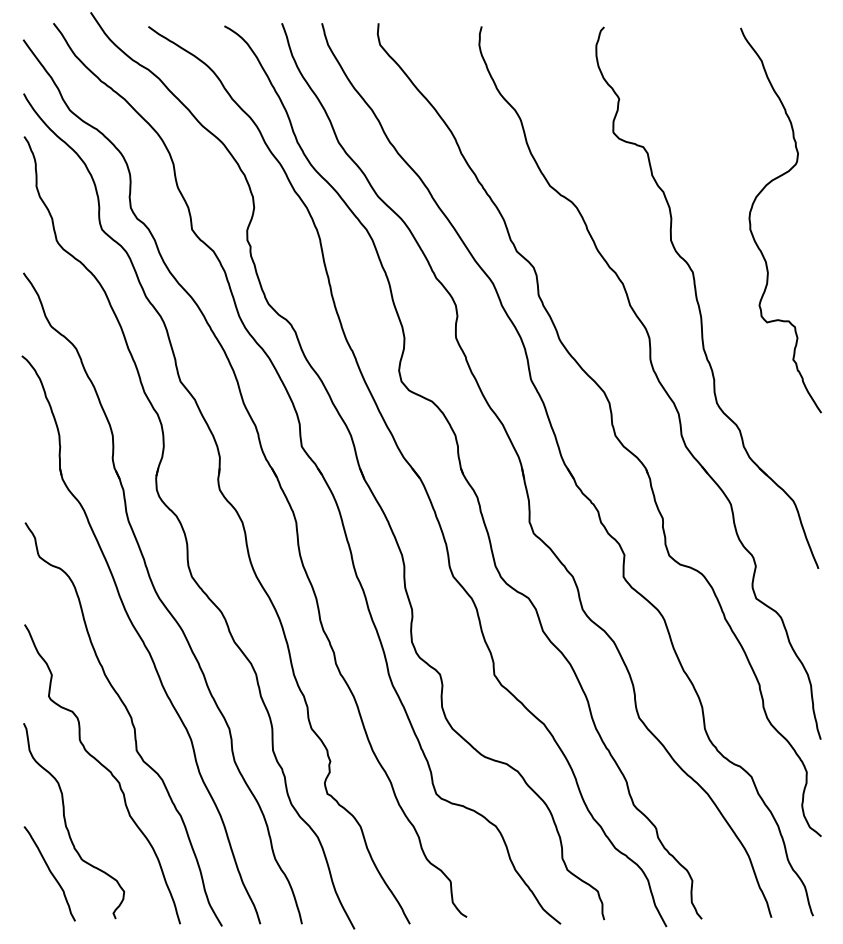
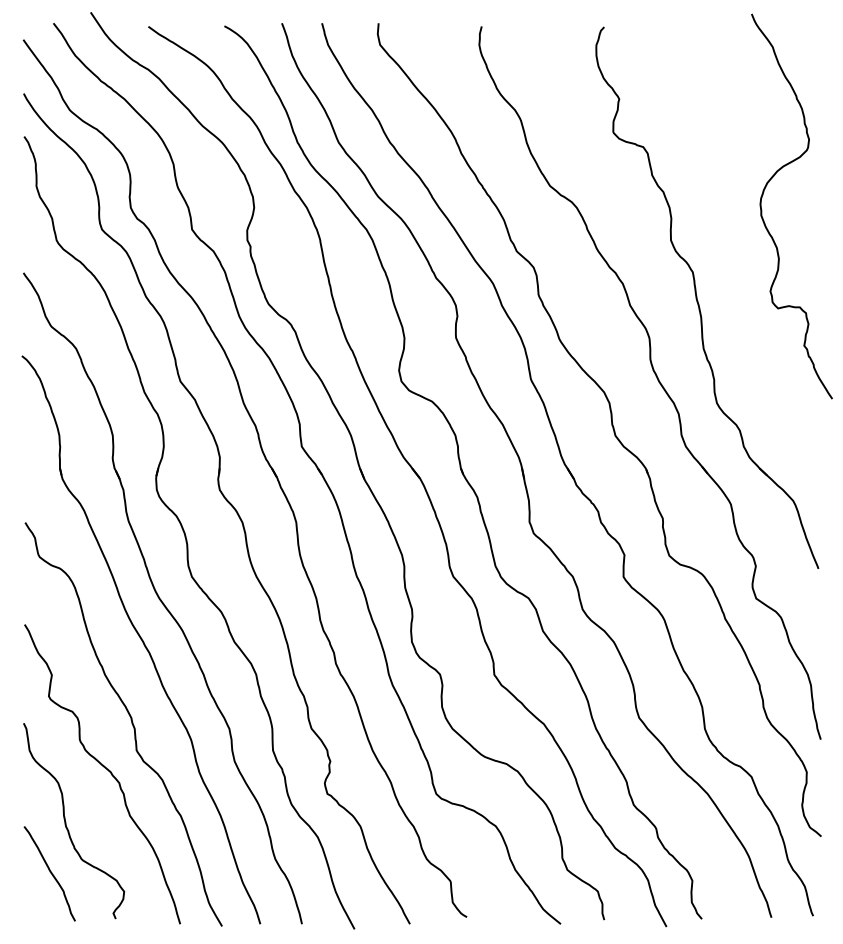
curve at (751, 224) position: (751, 224) -> (762, 210)
